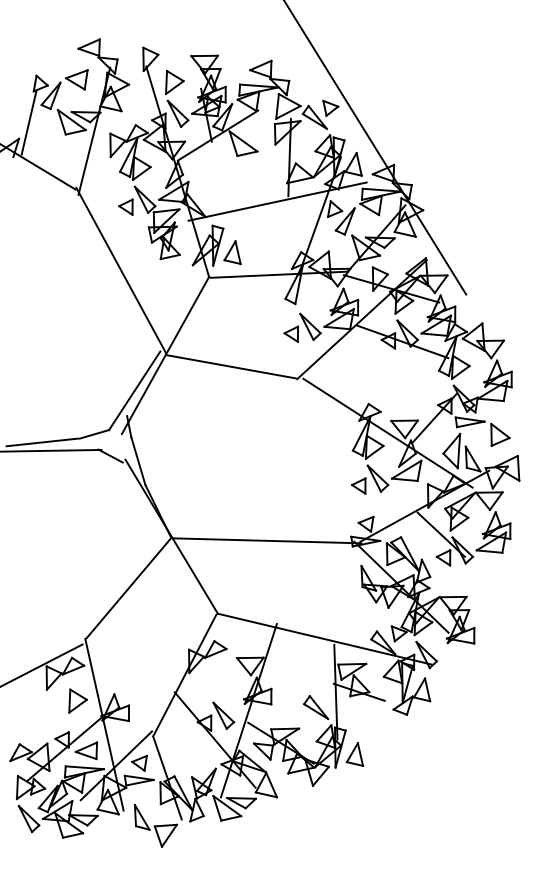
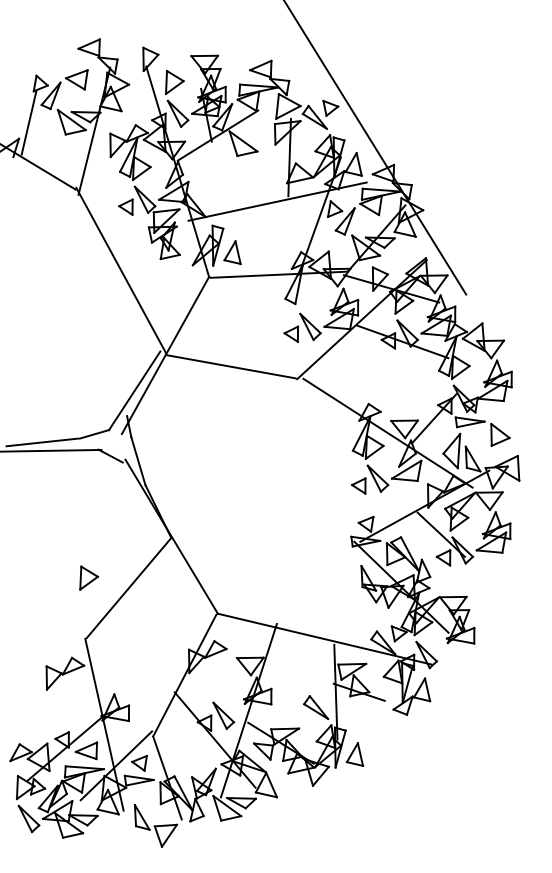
line at (267, 540): present -> none
line at (42, 664): present -> none
part at (77, 700) position: (77, 700) -> (88, 577)
